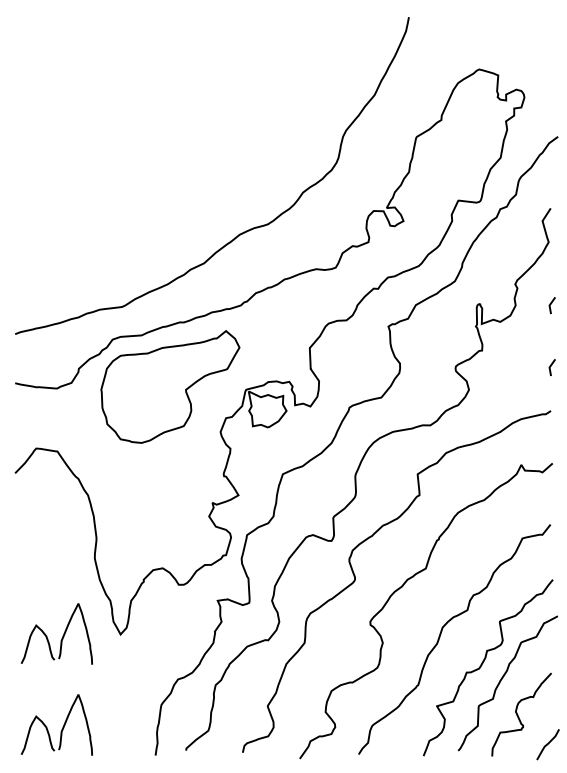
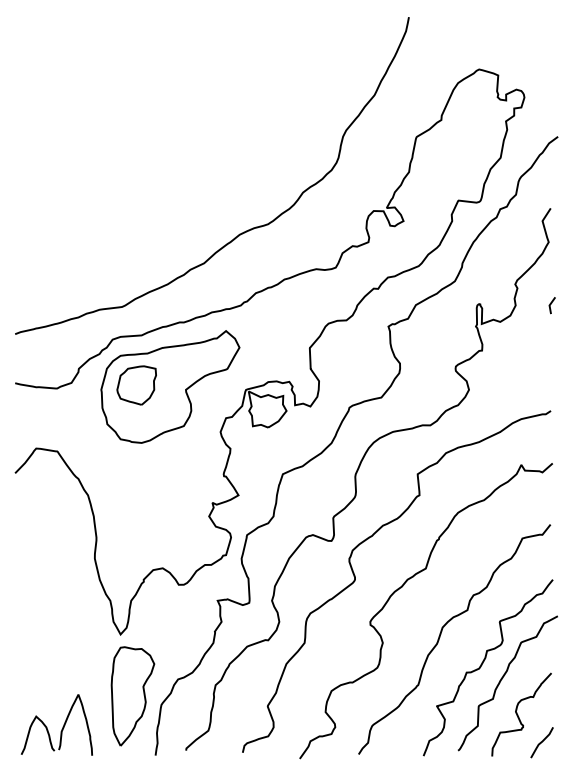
line at (551, 366): present -> none
part at (136, 385): none -> present
part at (62, 635): present -> none
part at (132, 696): none -> present
curve at (547, 744) position: (547, 744) -> (541, 742)
